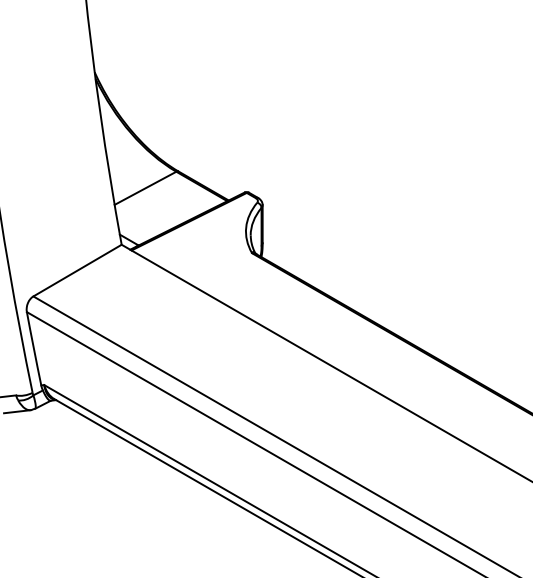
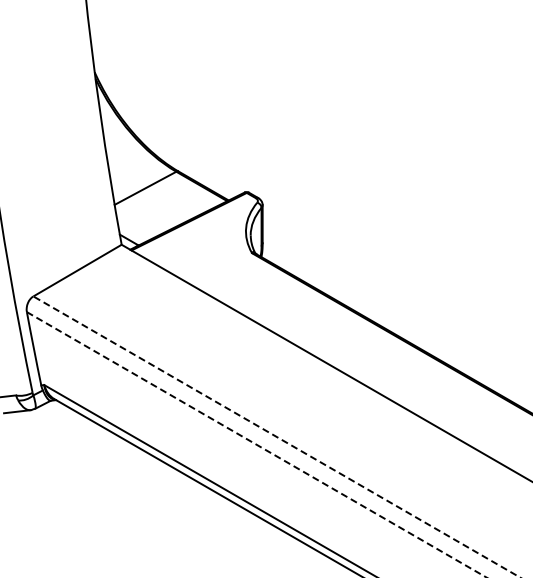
line at (276, 436): solid -> dashed
line at (257, 445): solid -> dashed
